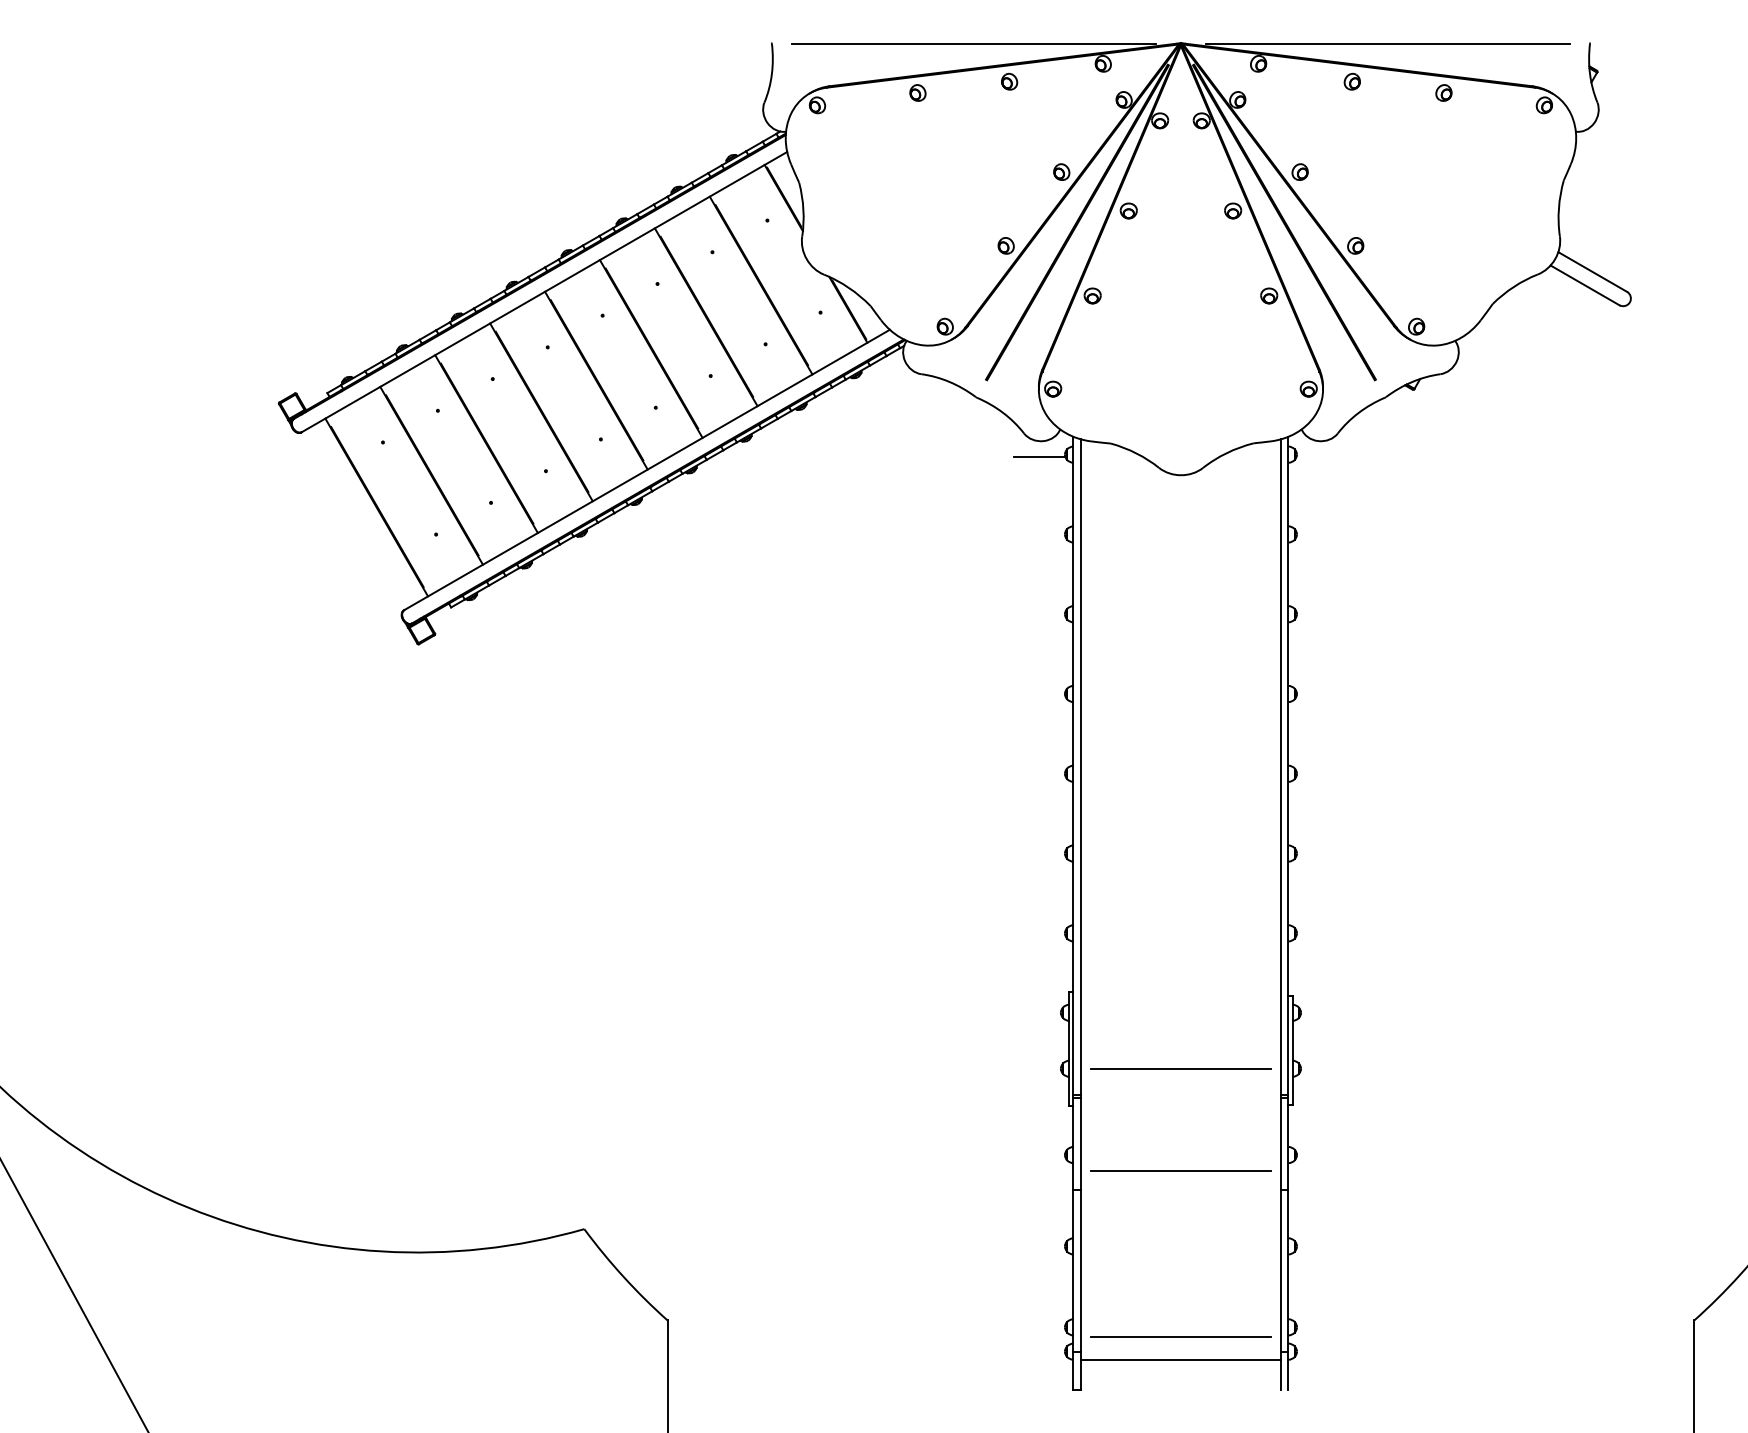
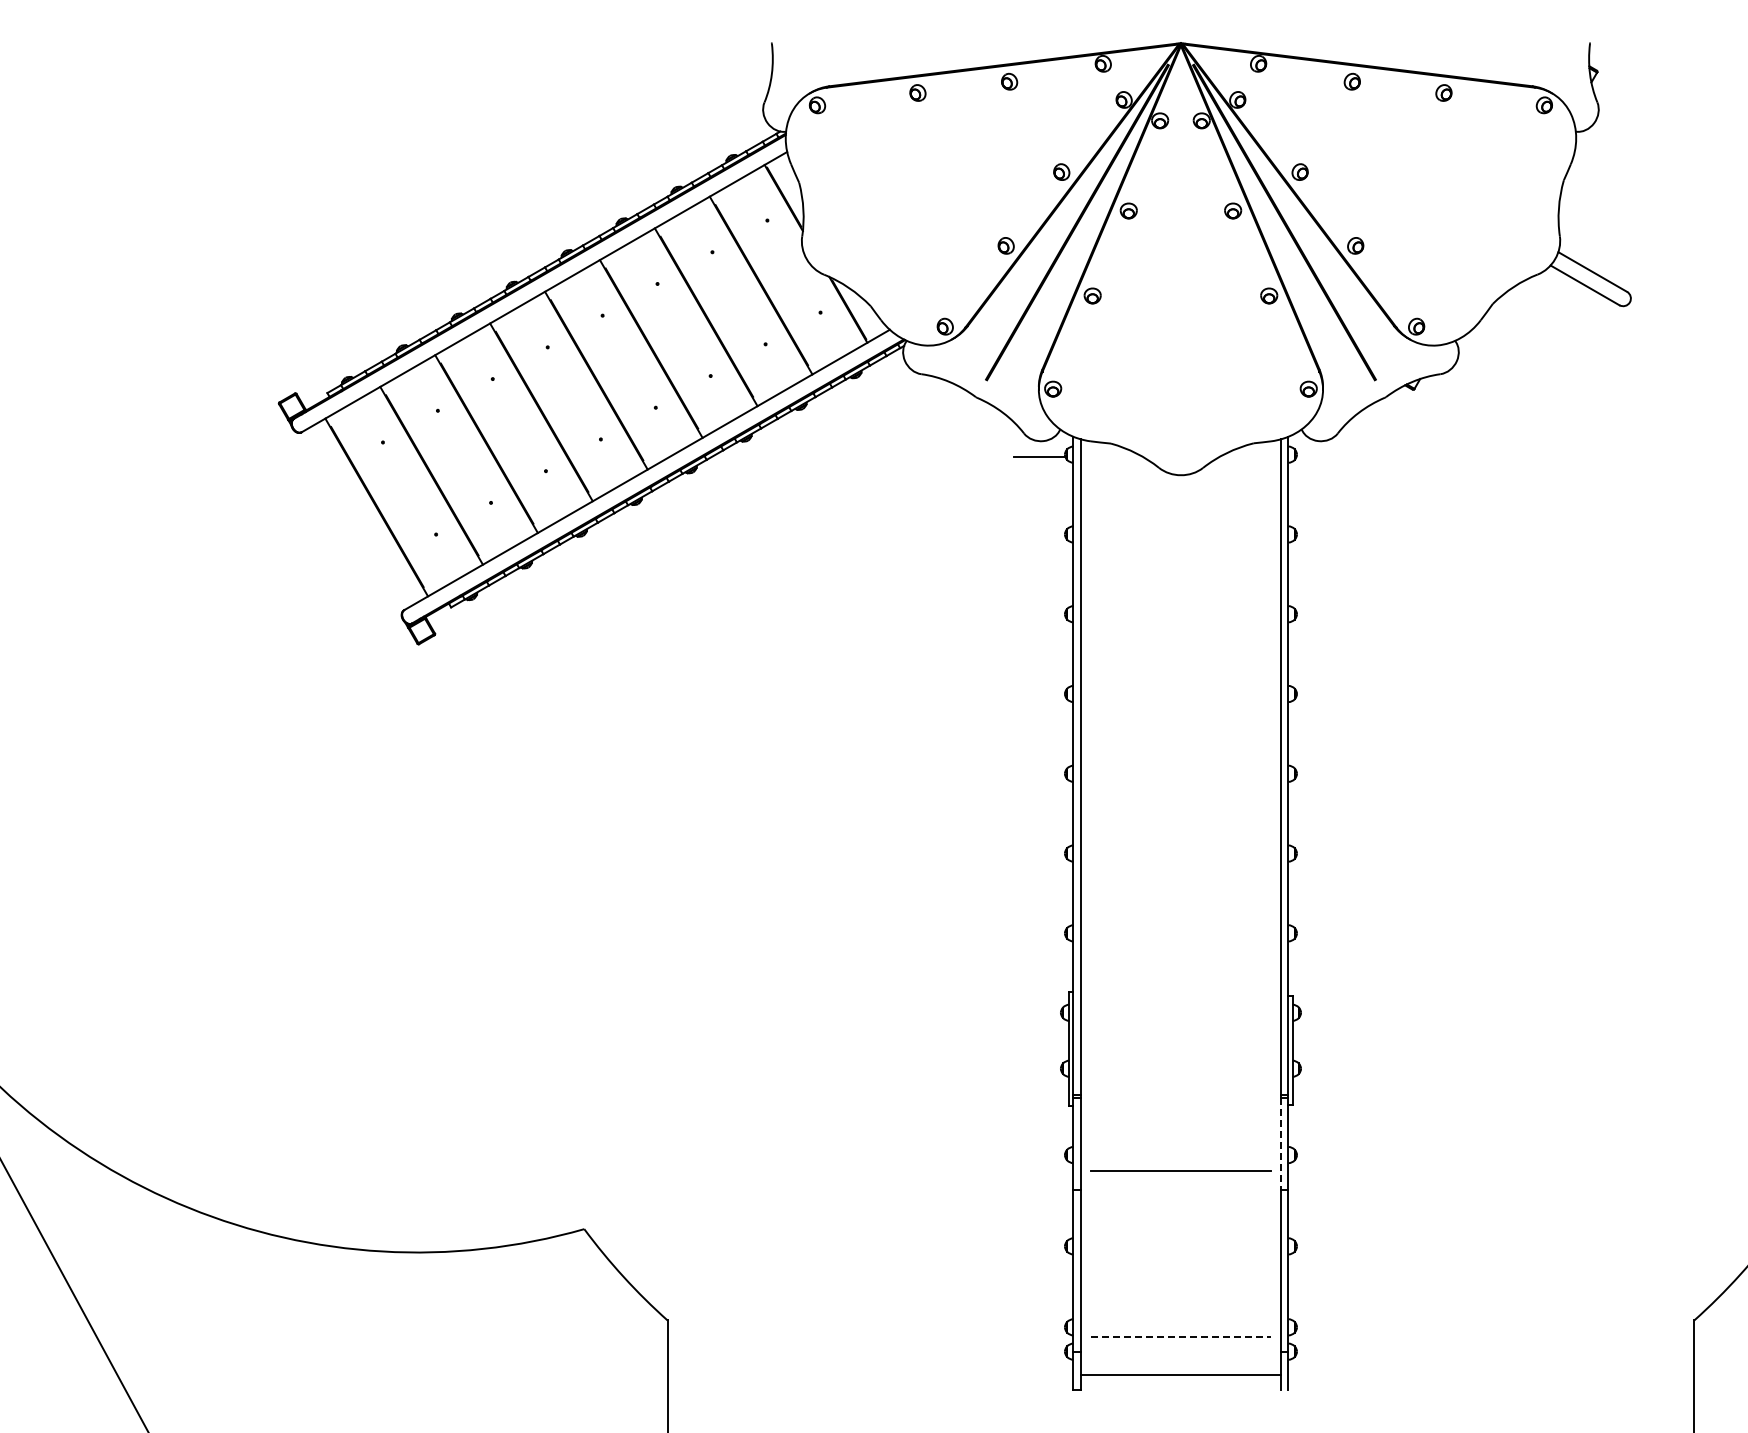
line at (973, 43): present -> none
line at (1387, 43): present -> none
line at (1180, 1069): present -> none
line at (1280, 1144): solid -> dashed
line at (1180, 1336): solid -> dashed
line at (1180, 1360) position: (1180, 1360) -> (1180, 1375)
